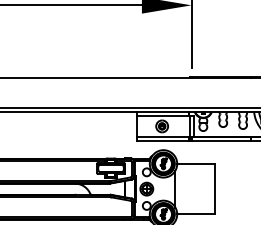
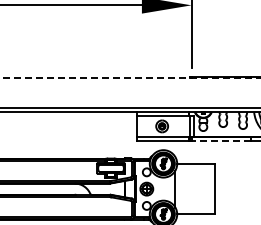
line at (130, 78): solid -> dashed
line at (221, 141): solid -> dashed
